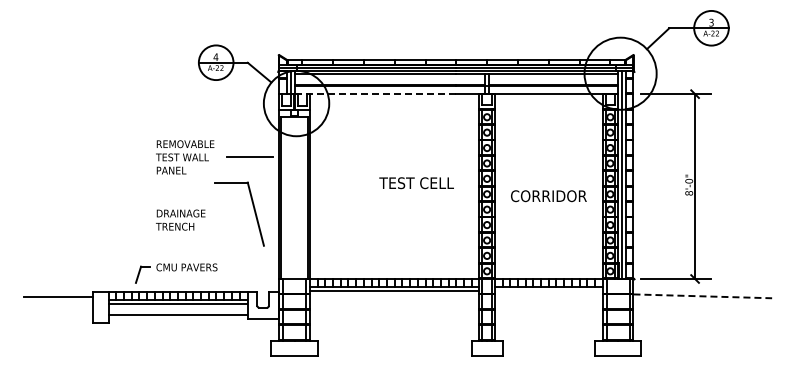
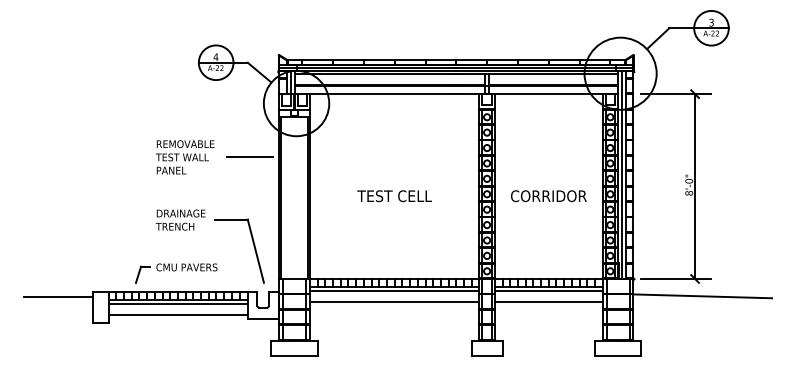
line at (375, 94): dashed -> solid
text at (416, 183) position: (416, 183) -> (394, 196)
part at (253, 209) position: (253, 209) -> (253, 246)
line at (548, 290): none -> present
line at (703, 296): dashed -> solid
line at (394, 302): none -> present
line at (548, 302): none -> present
